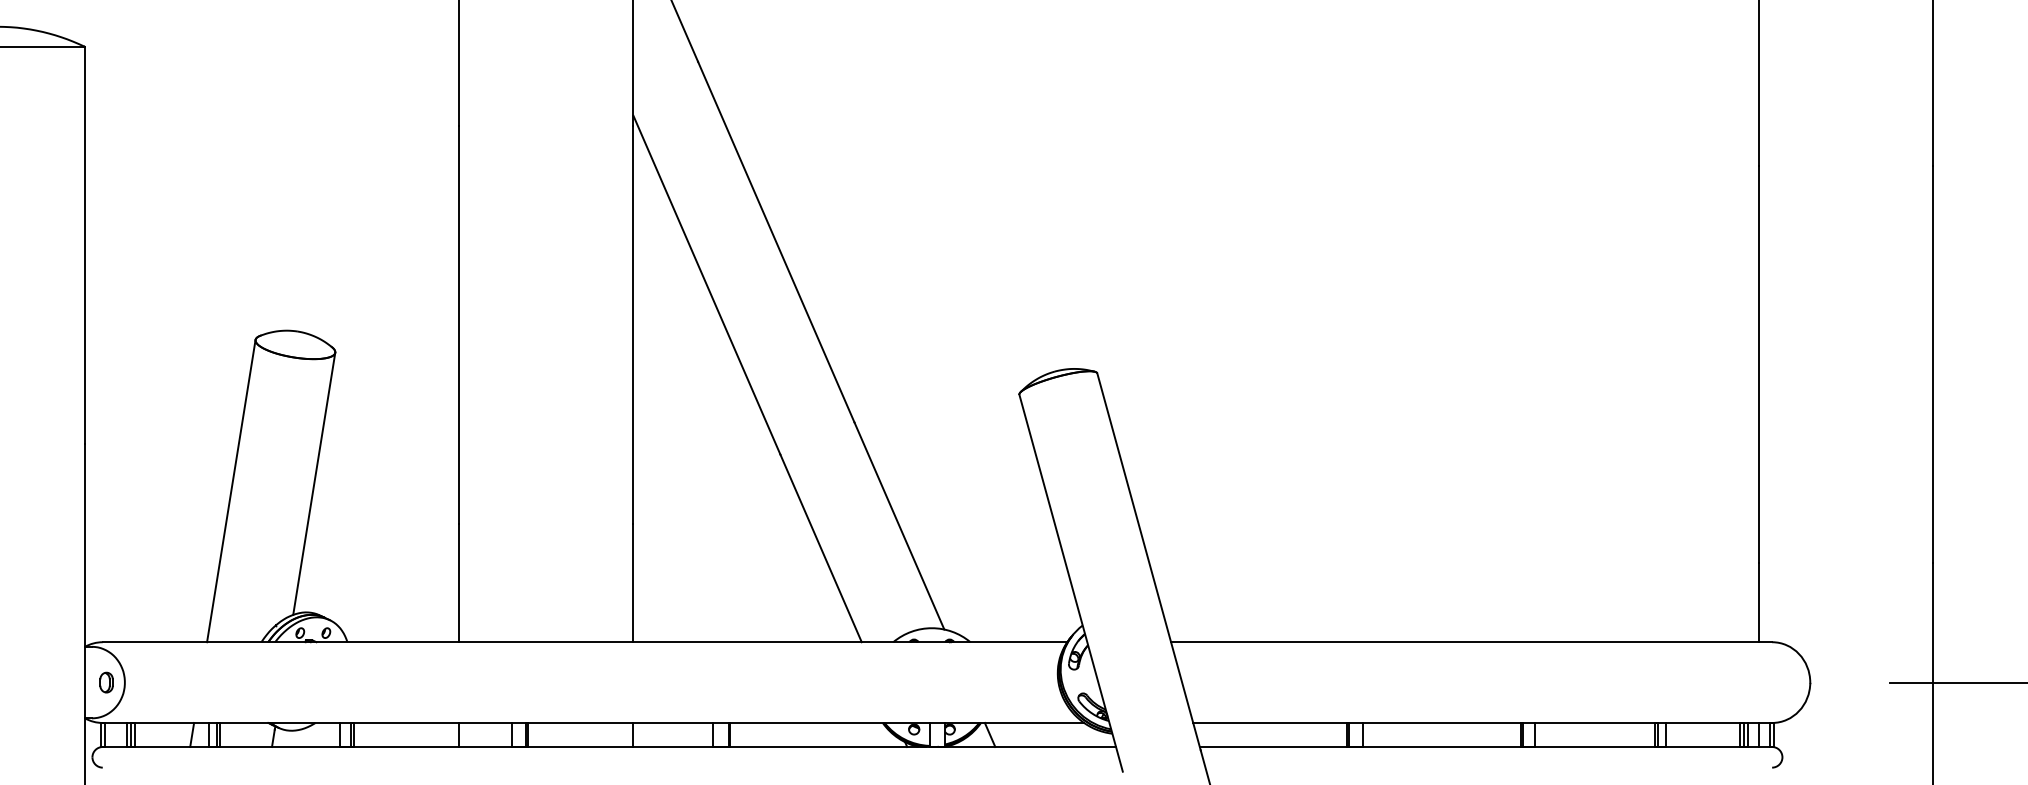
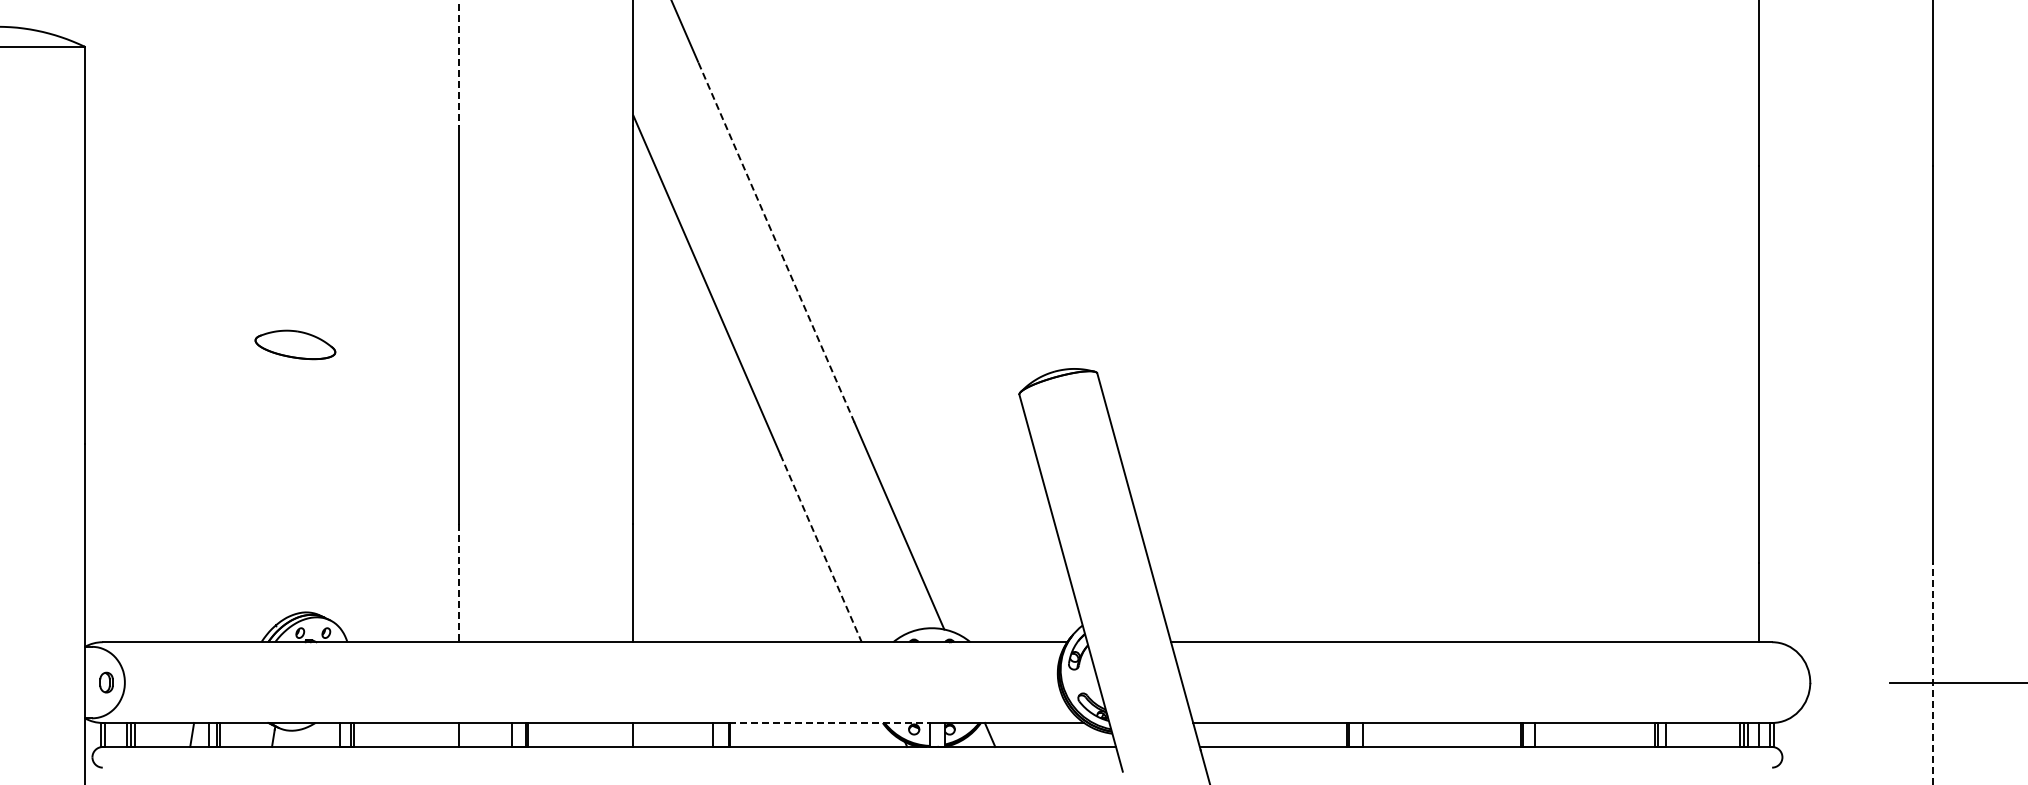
line at (459, 63): solid -> dashed
line at (776, 242): solid -> dashed
line at (314, 483): present -> none
line at (231, 490): present -> none
line at (821, 548): solid -> dashed
line at (459, 583): solid -> dashed
line at (1933, 673): solid -> dashed
line at (829, 722): solid -> dashed
